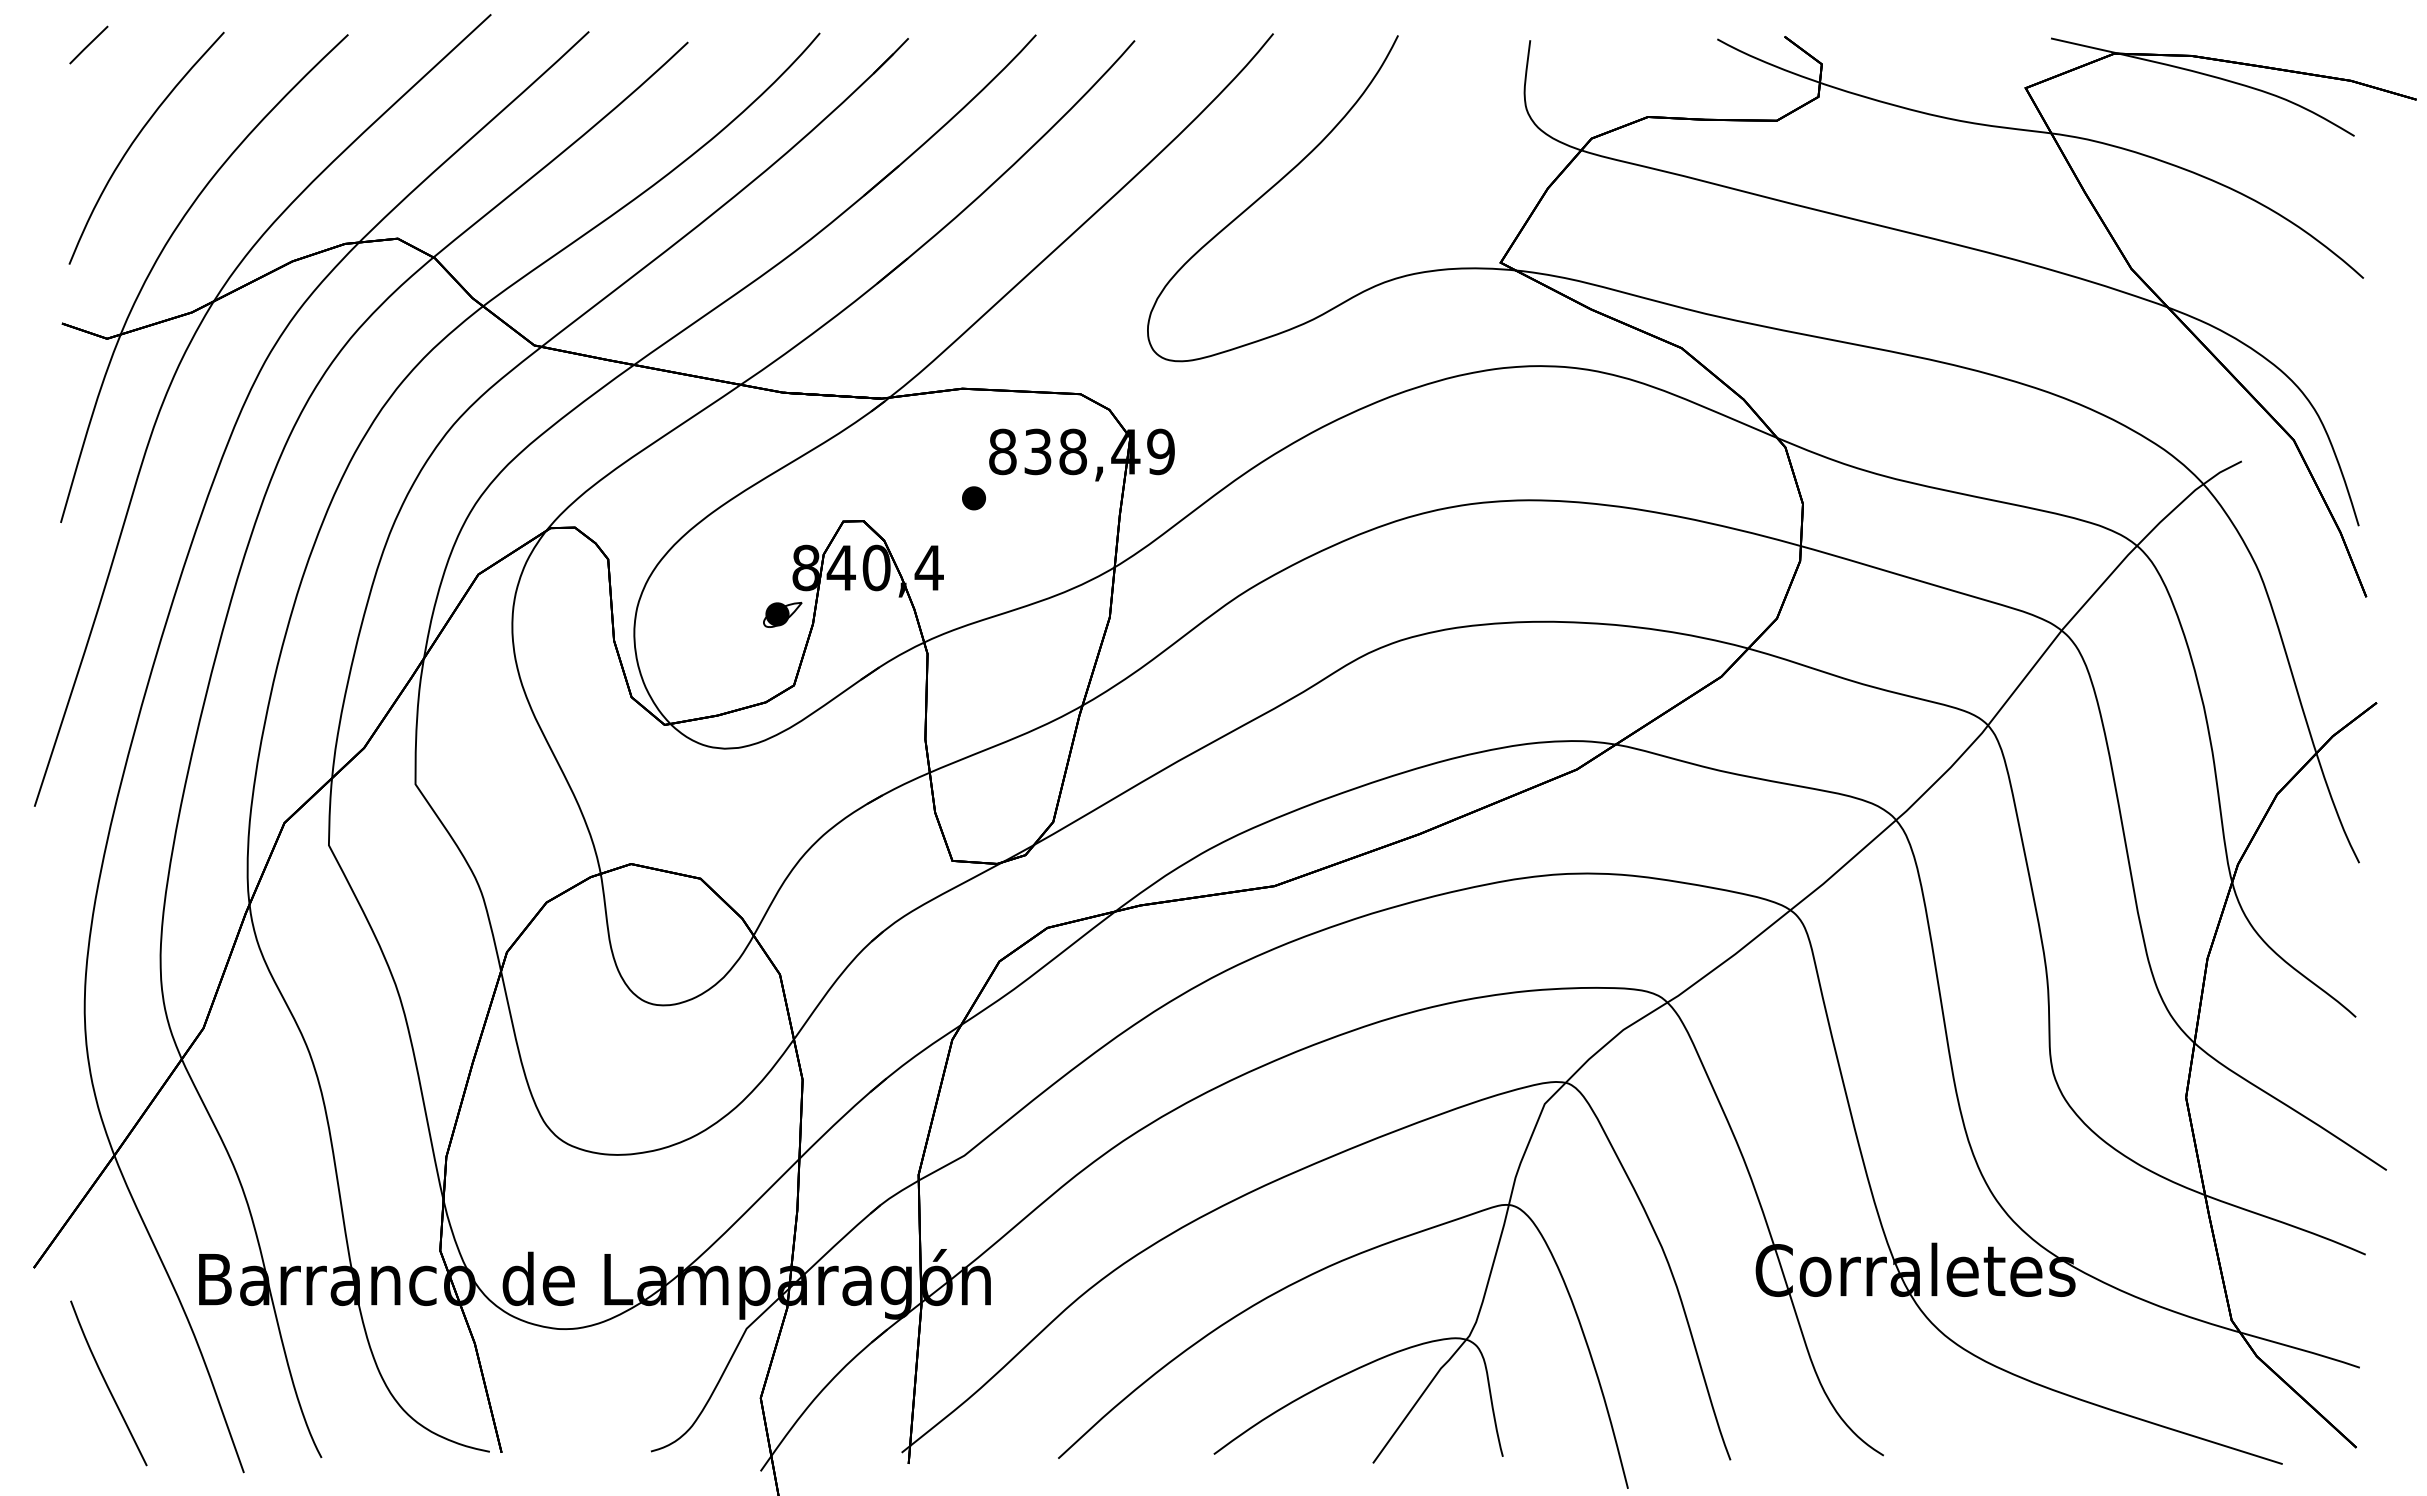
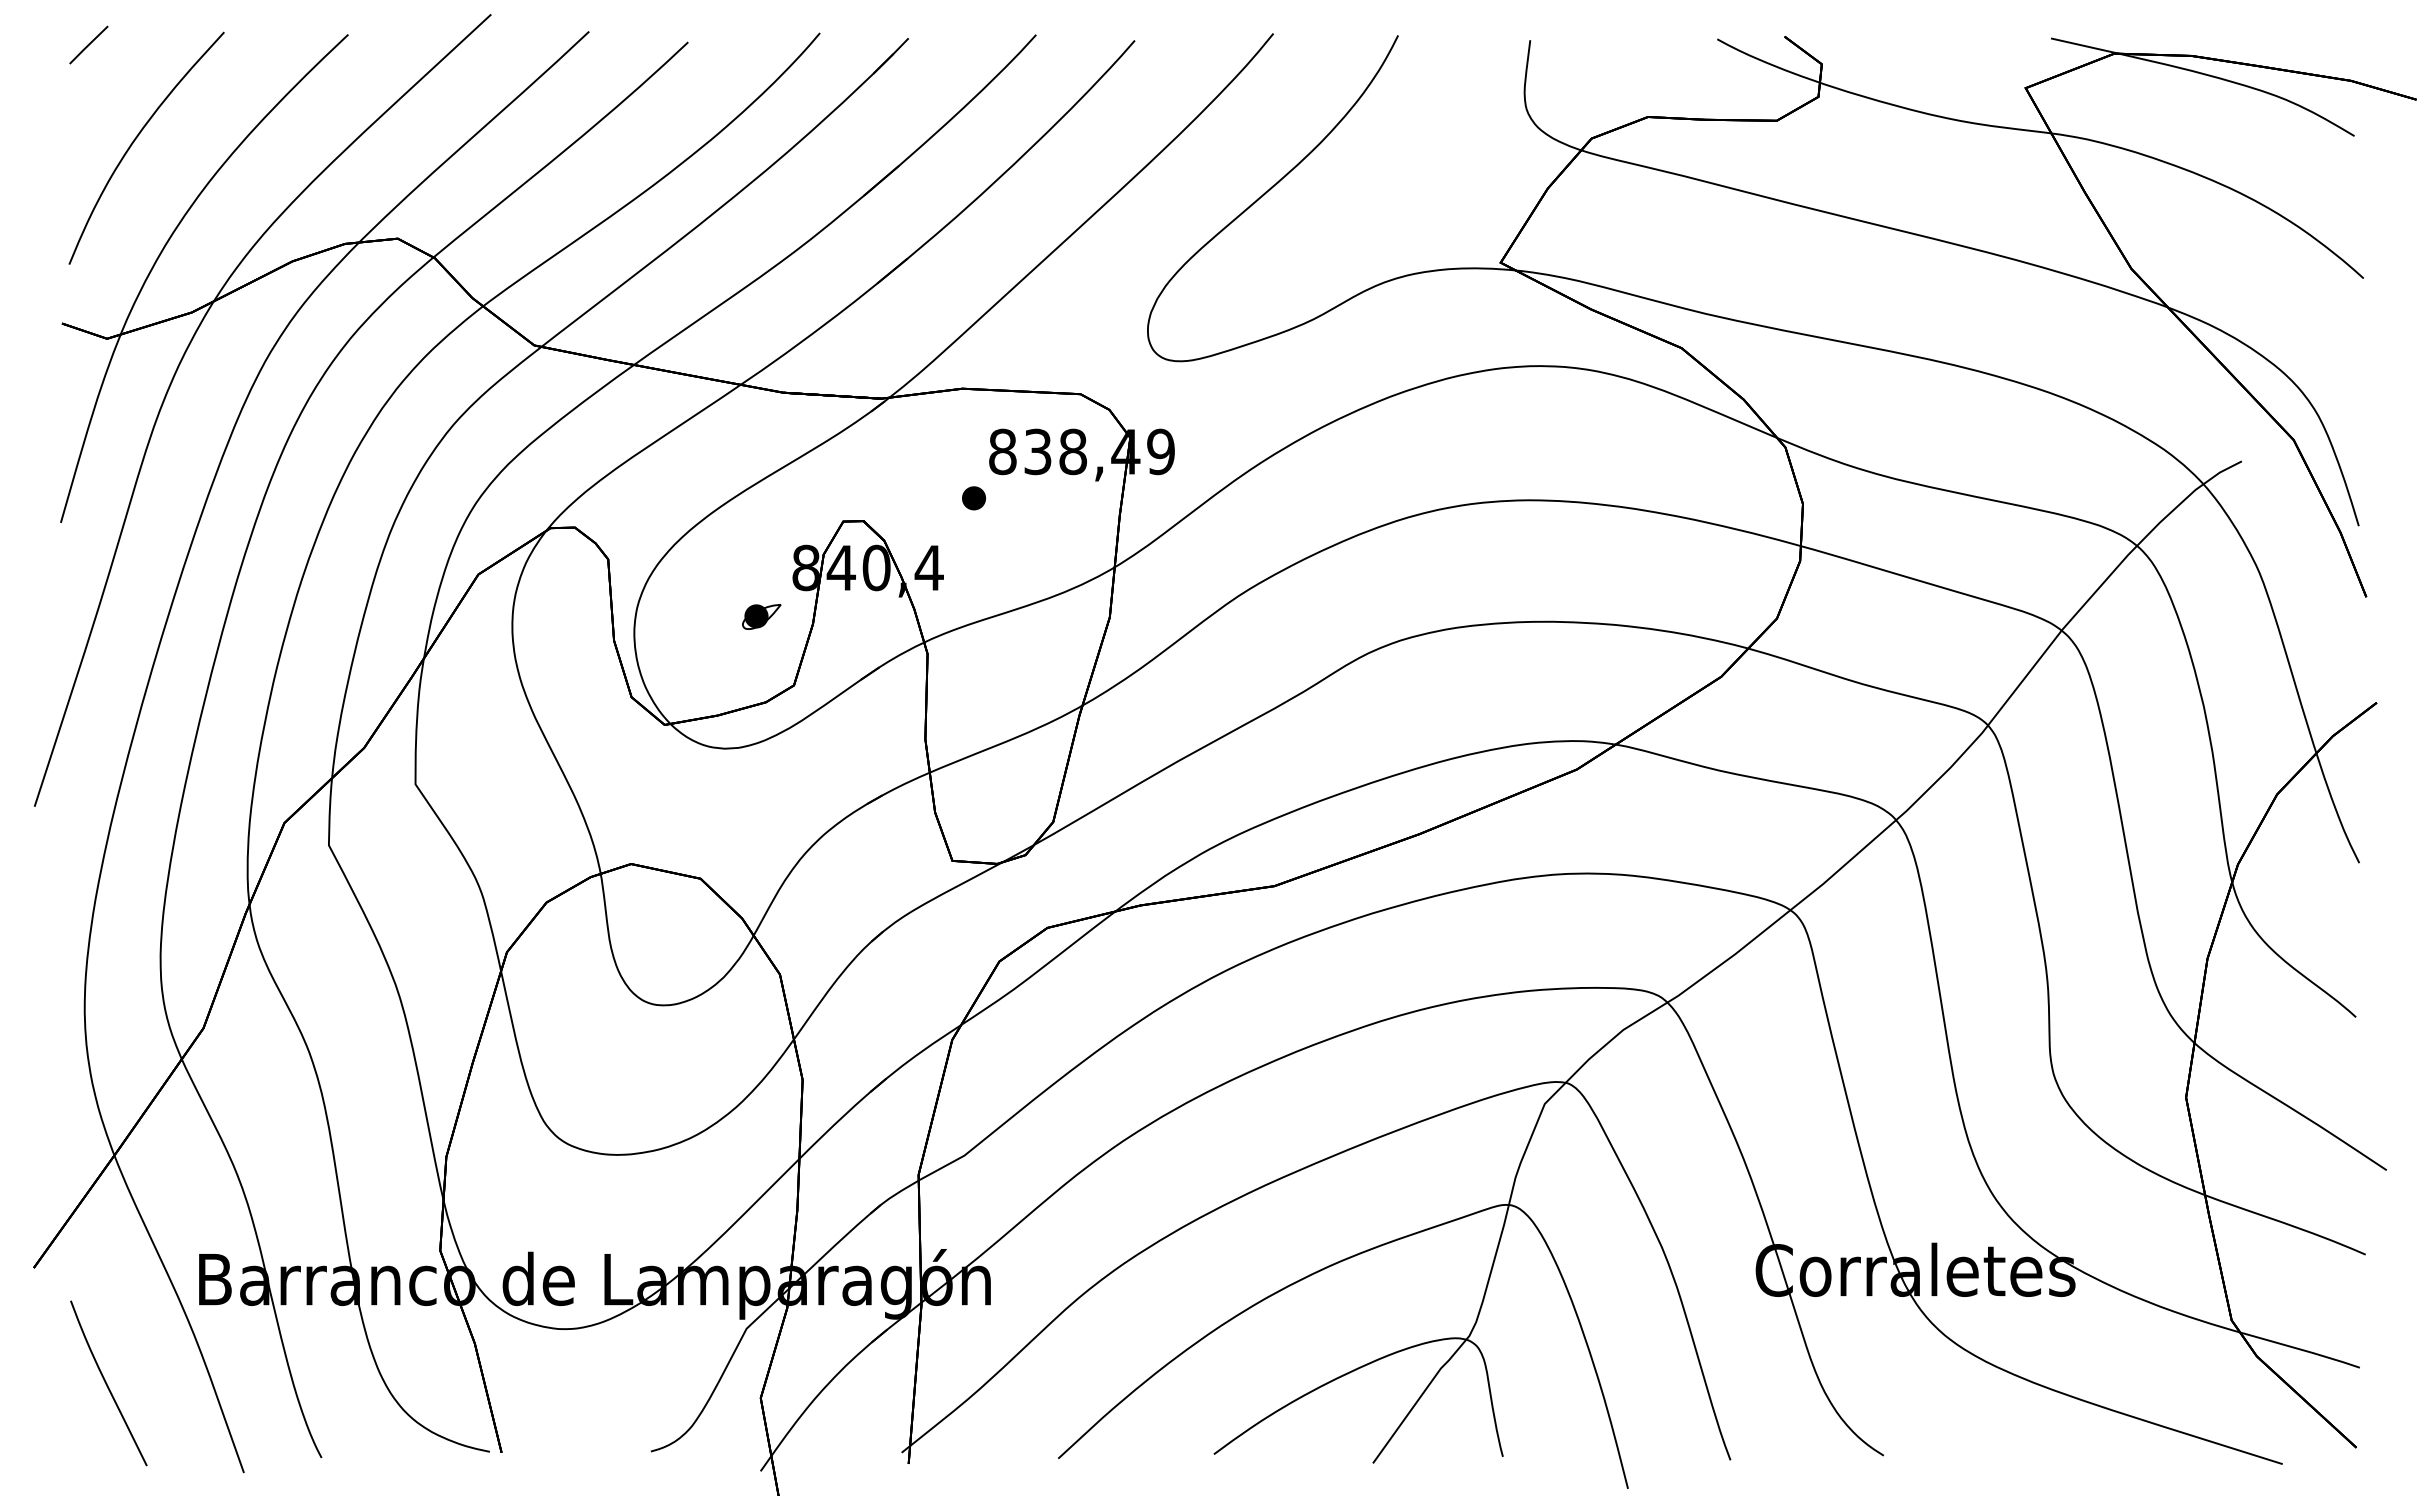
part at (782, 614) position: (782, 614) -> (761, 616)
